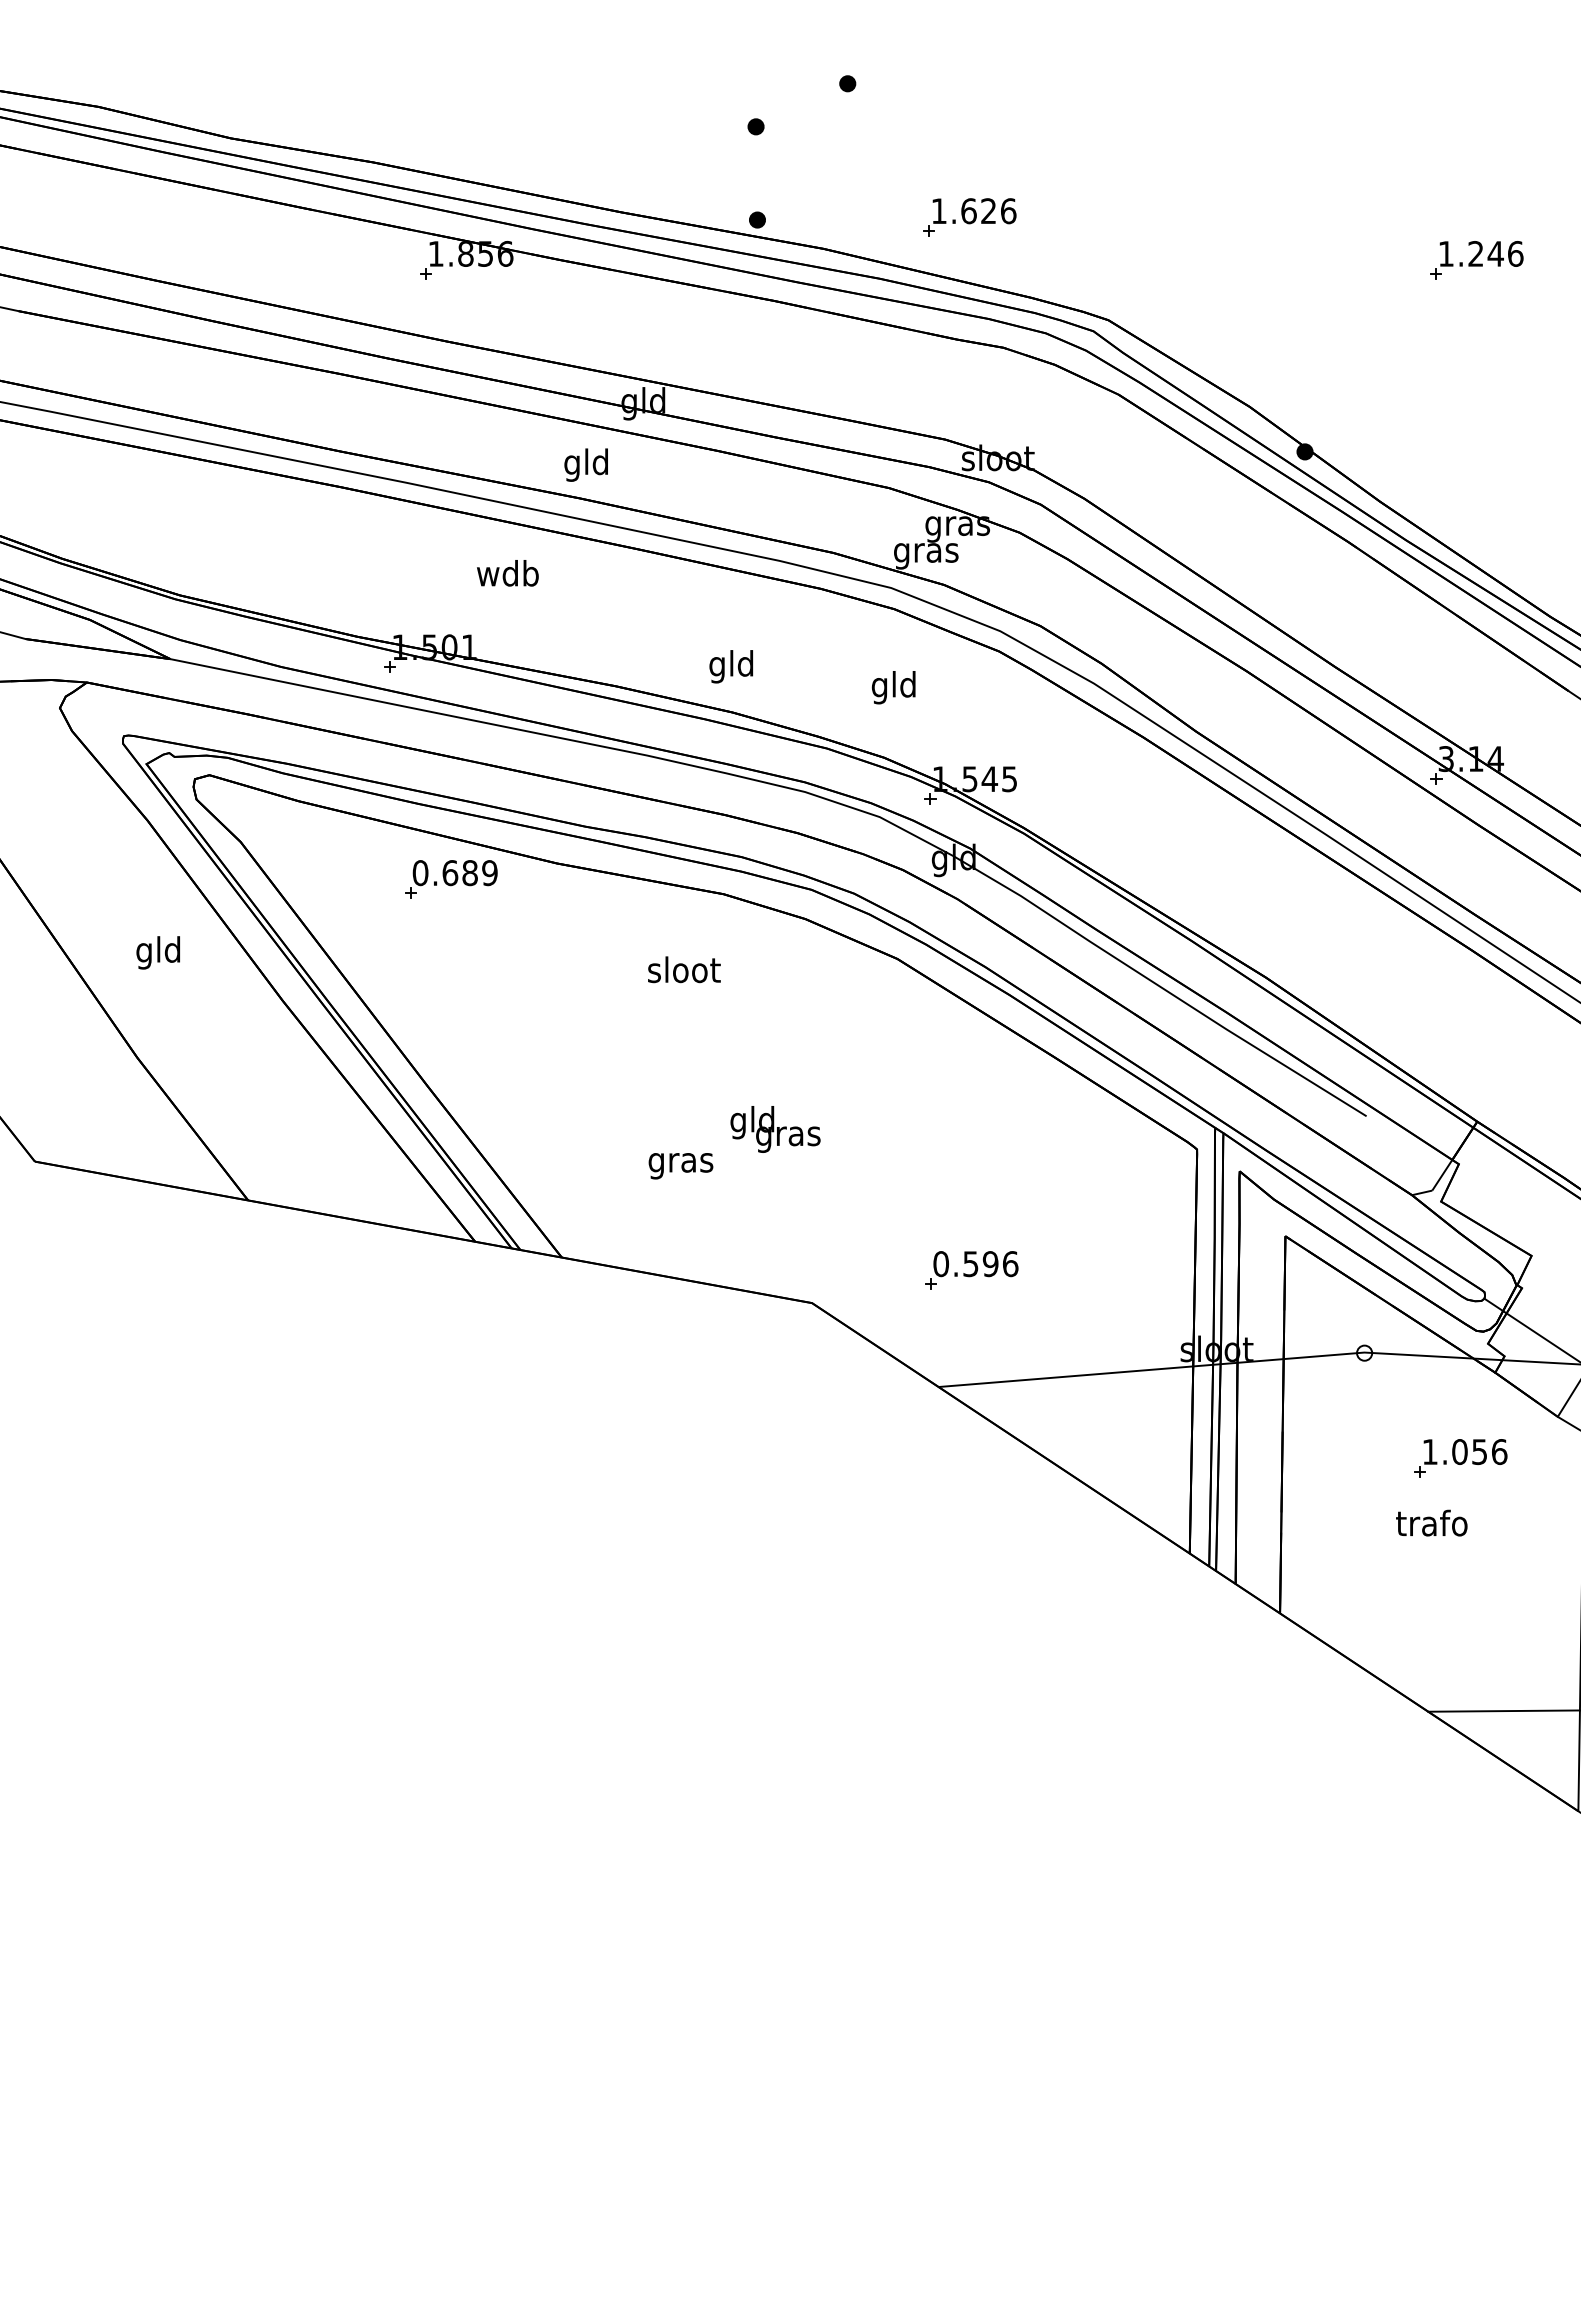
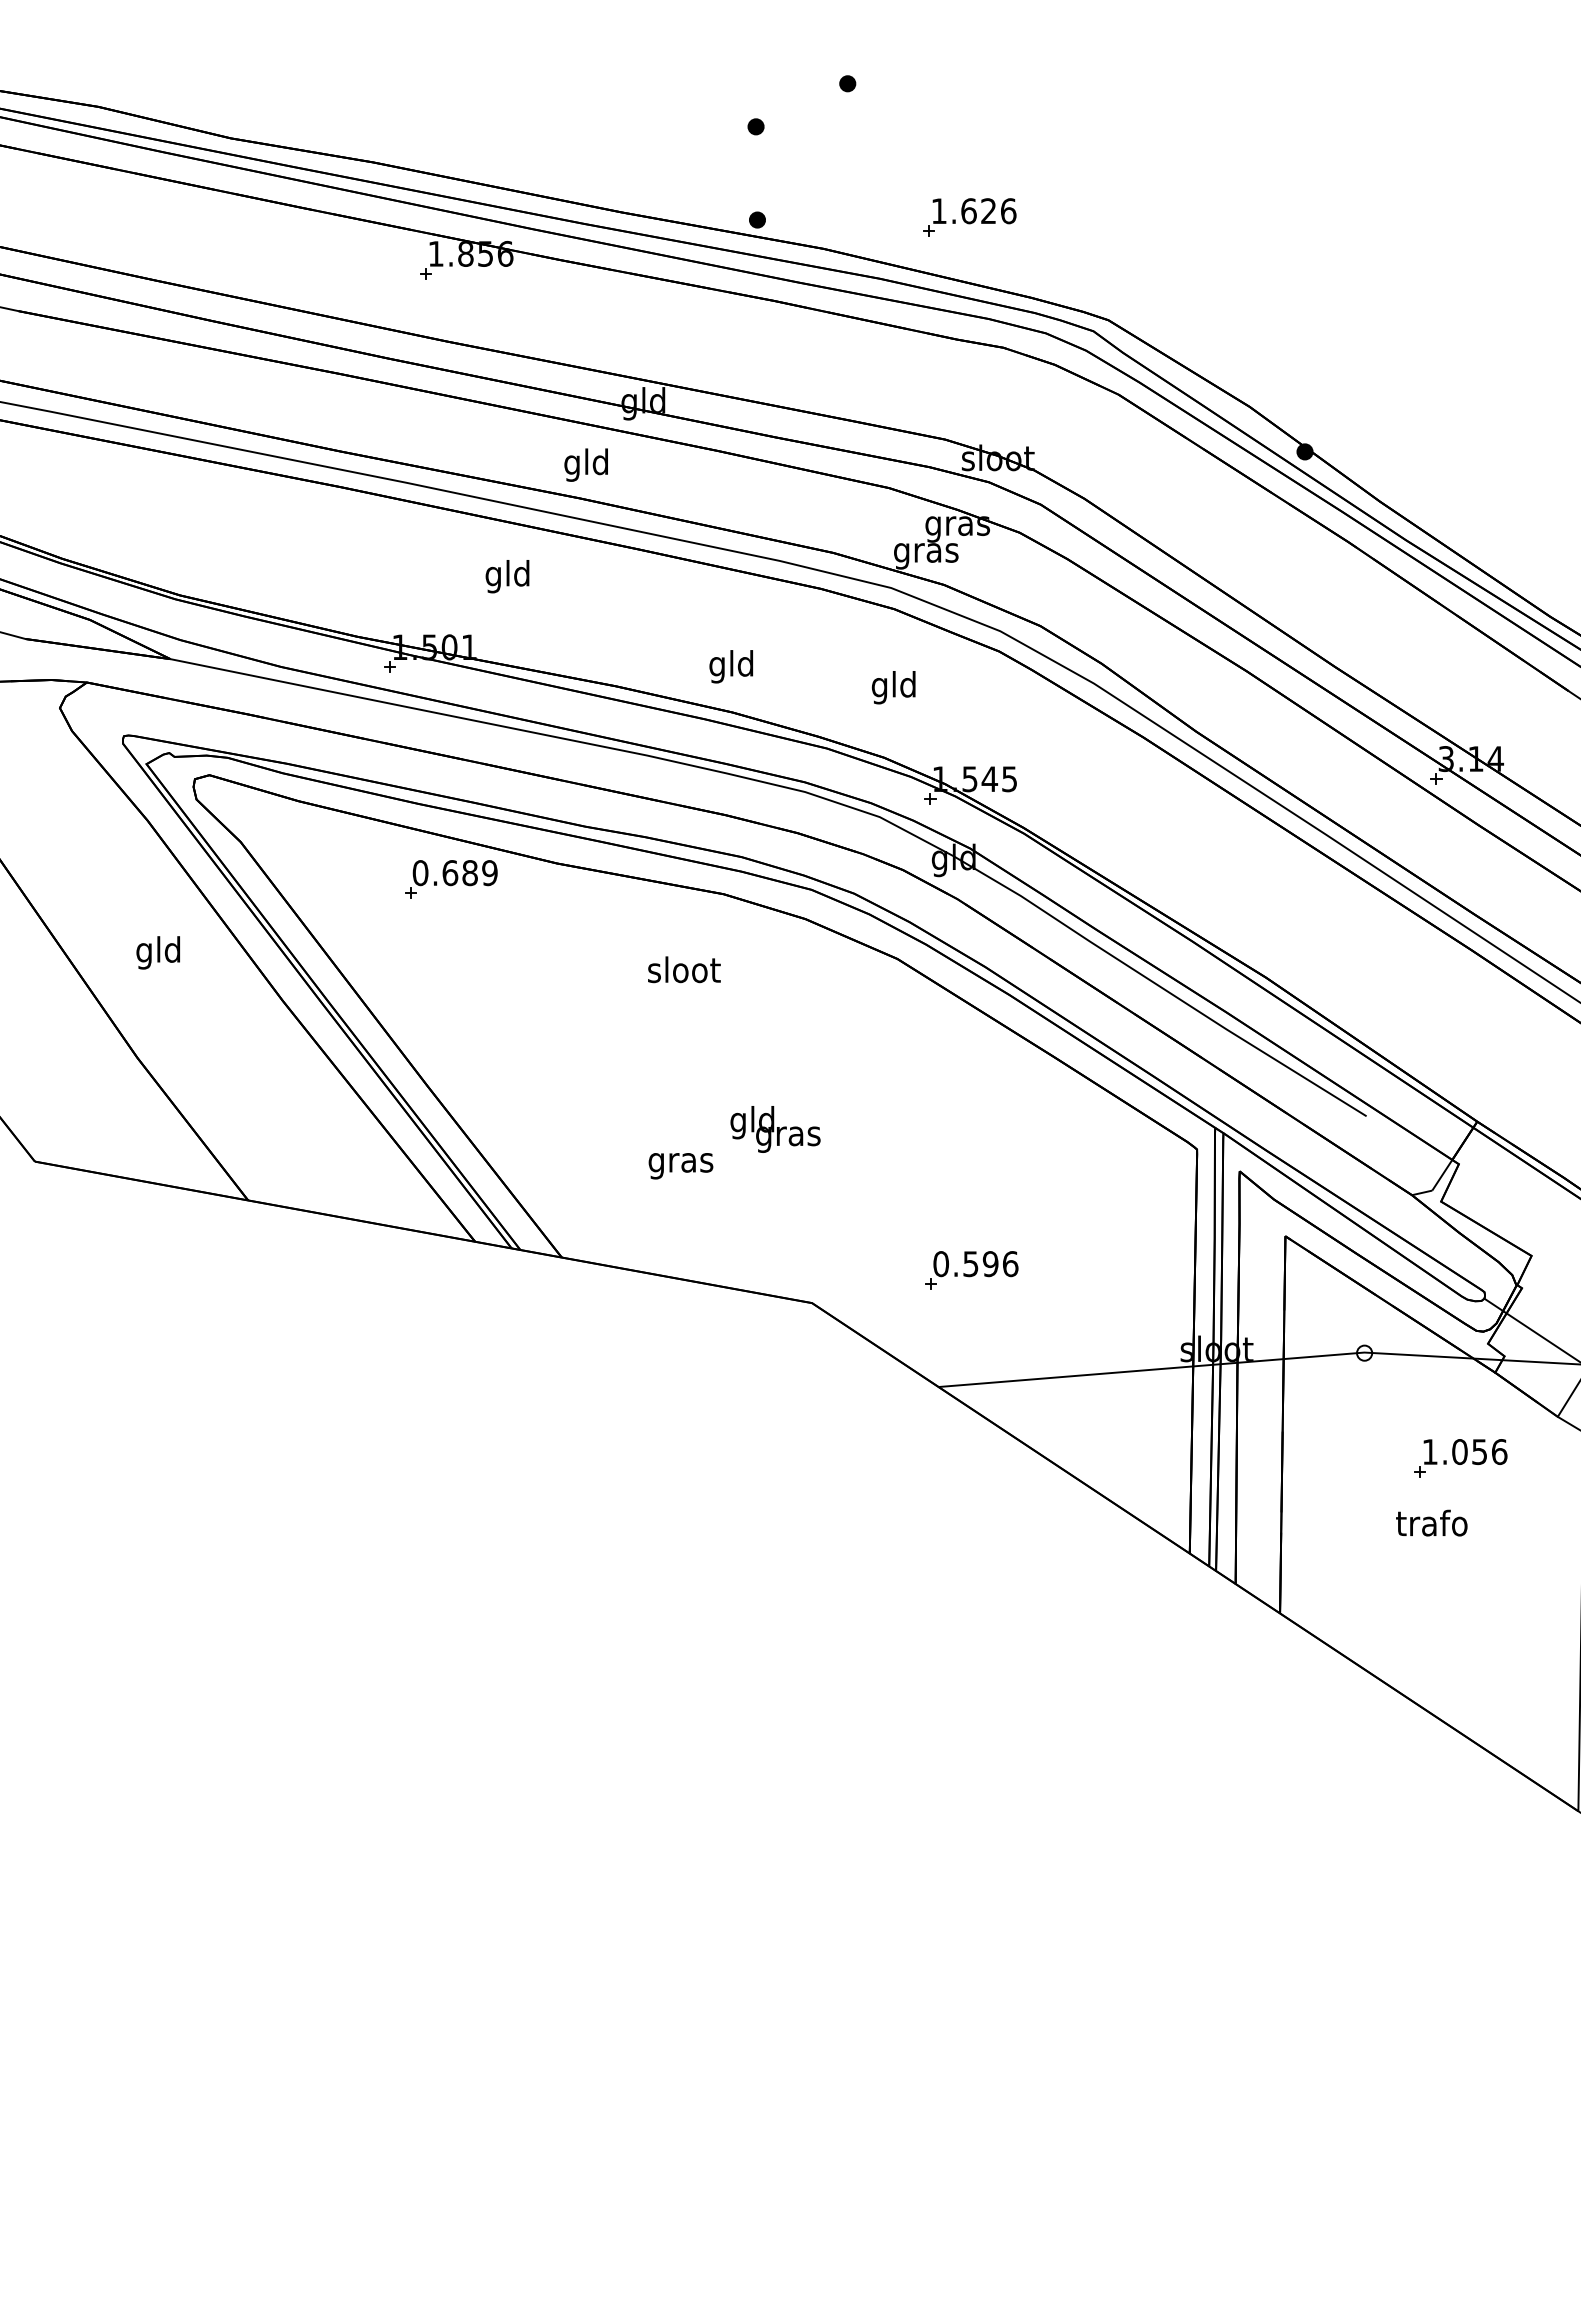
part at (1476, 260): present -> none
text at (507, 576): wdb -> gld
line at (1502, 1710): present -> none
